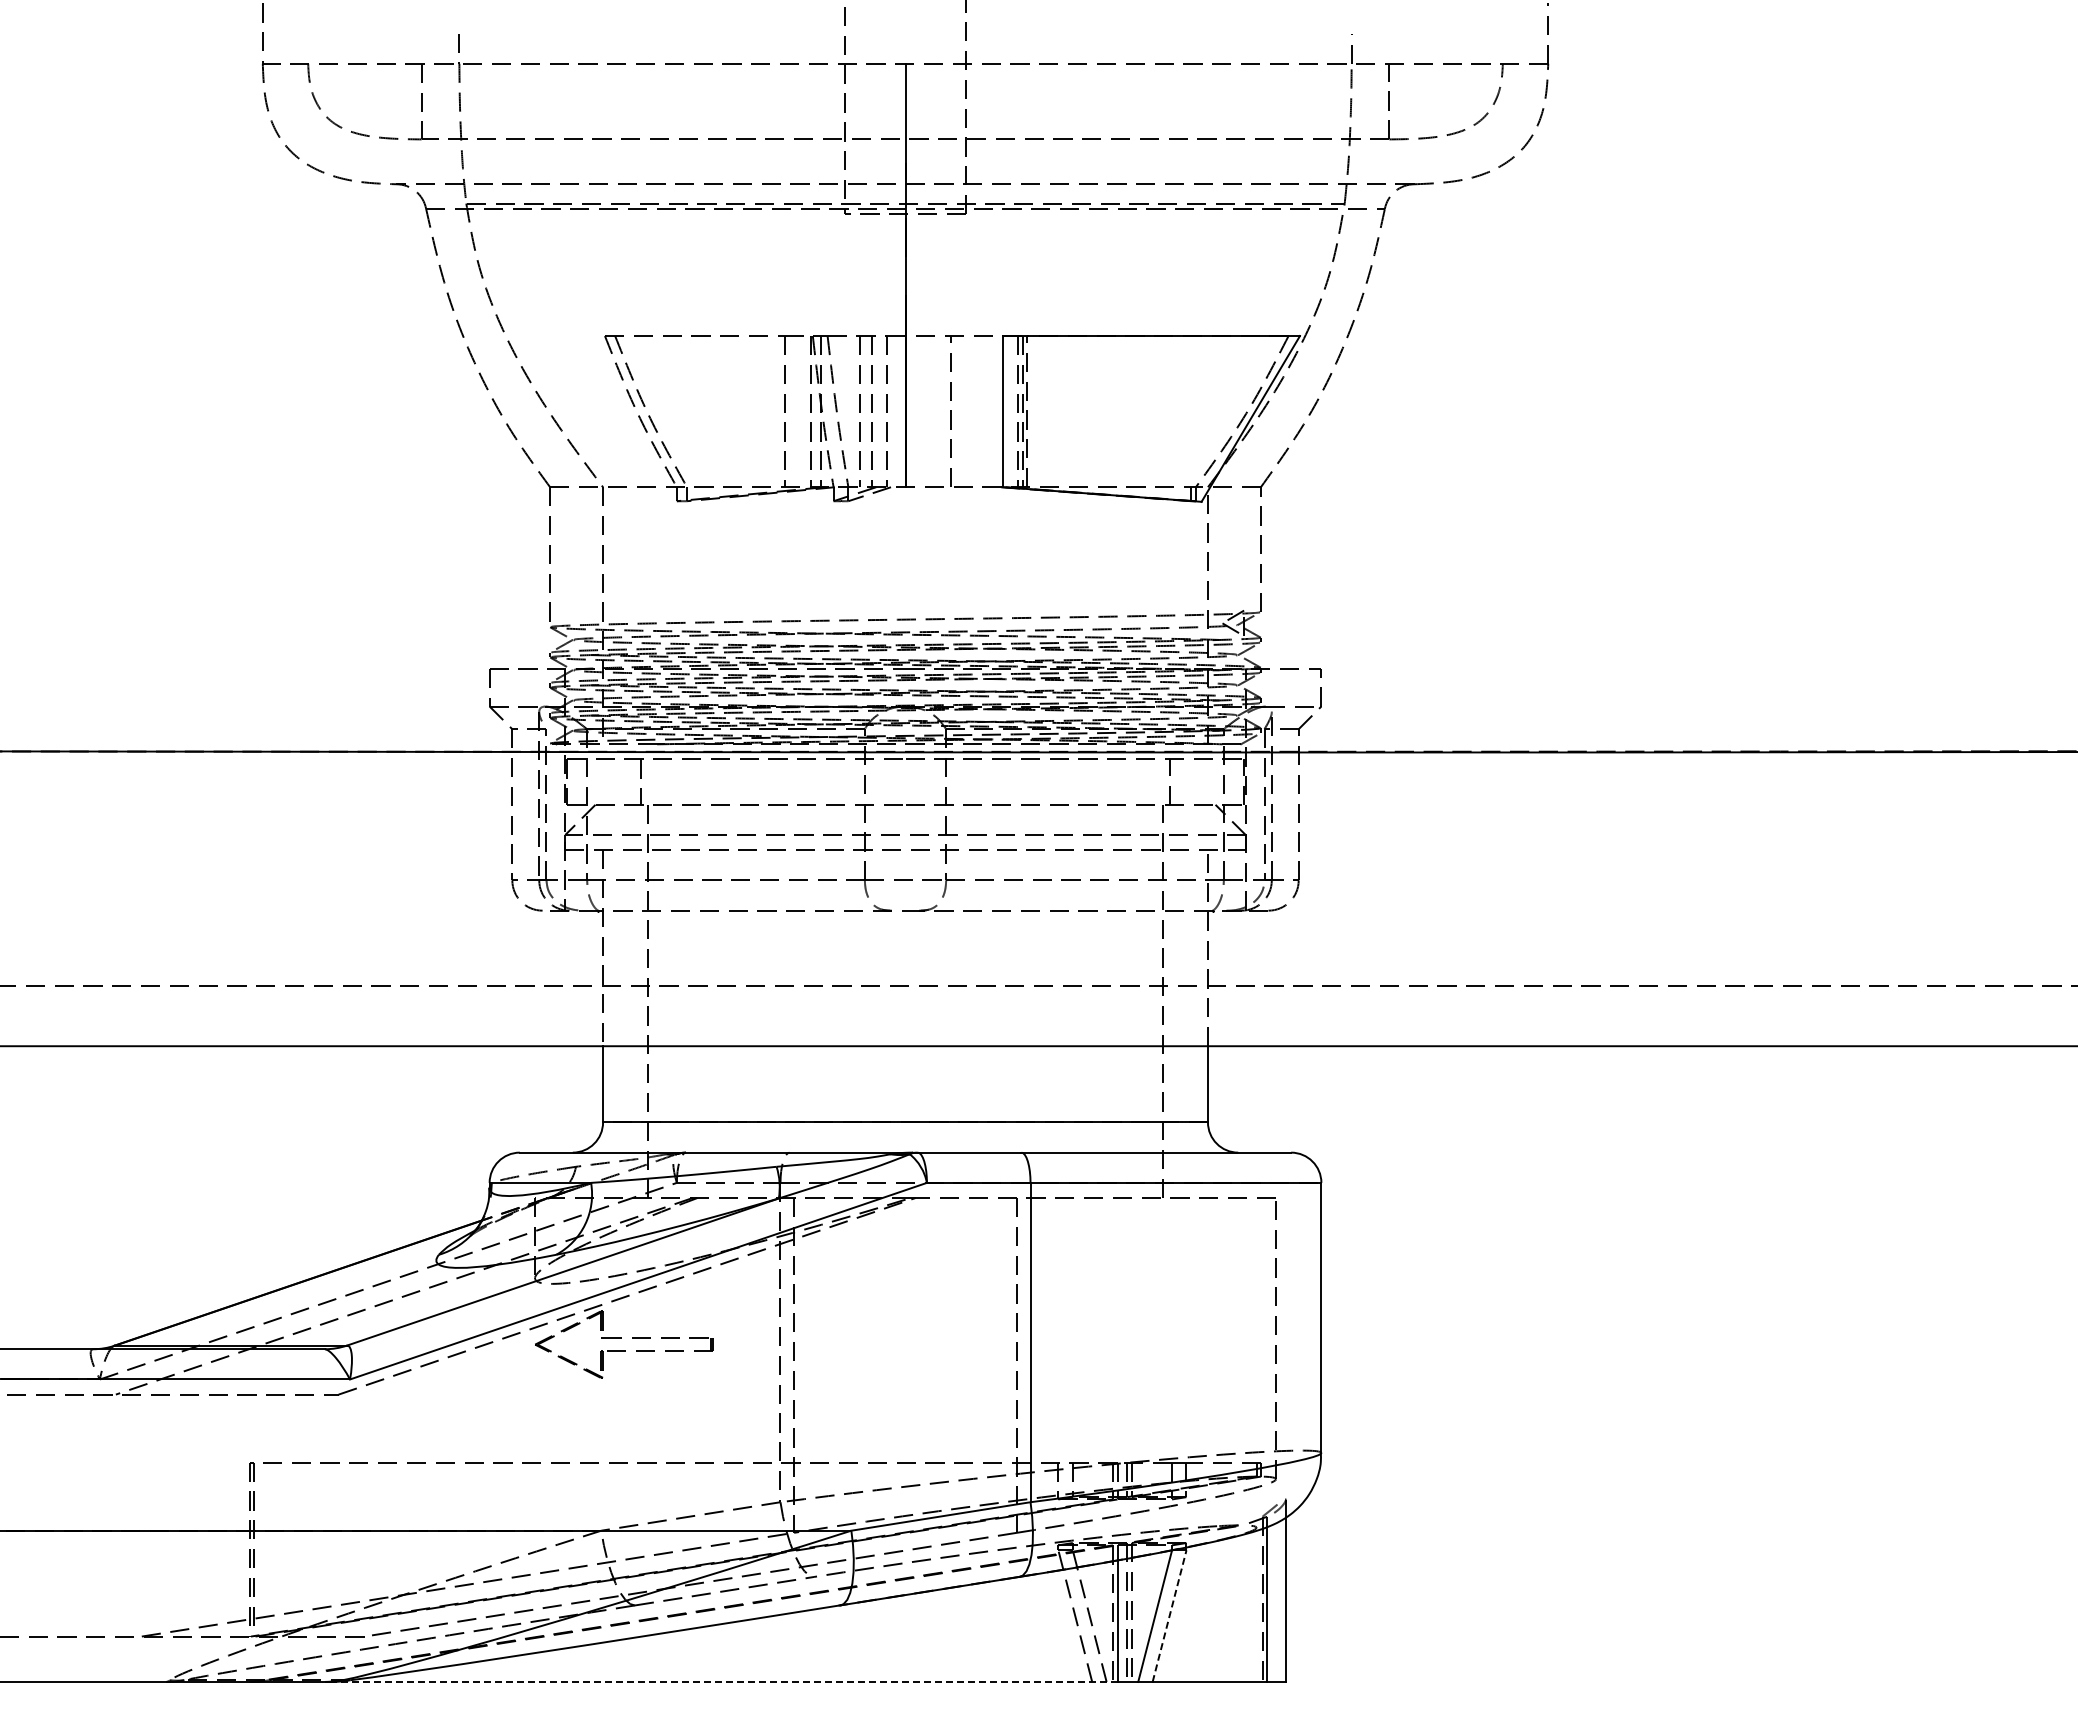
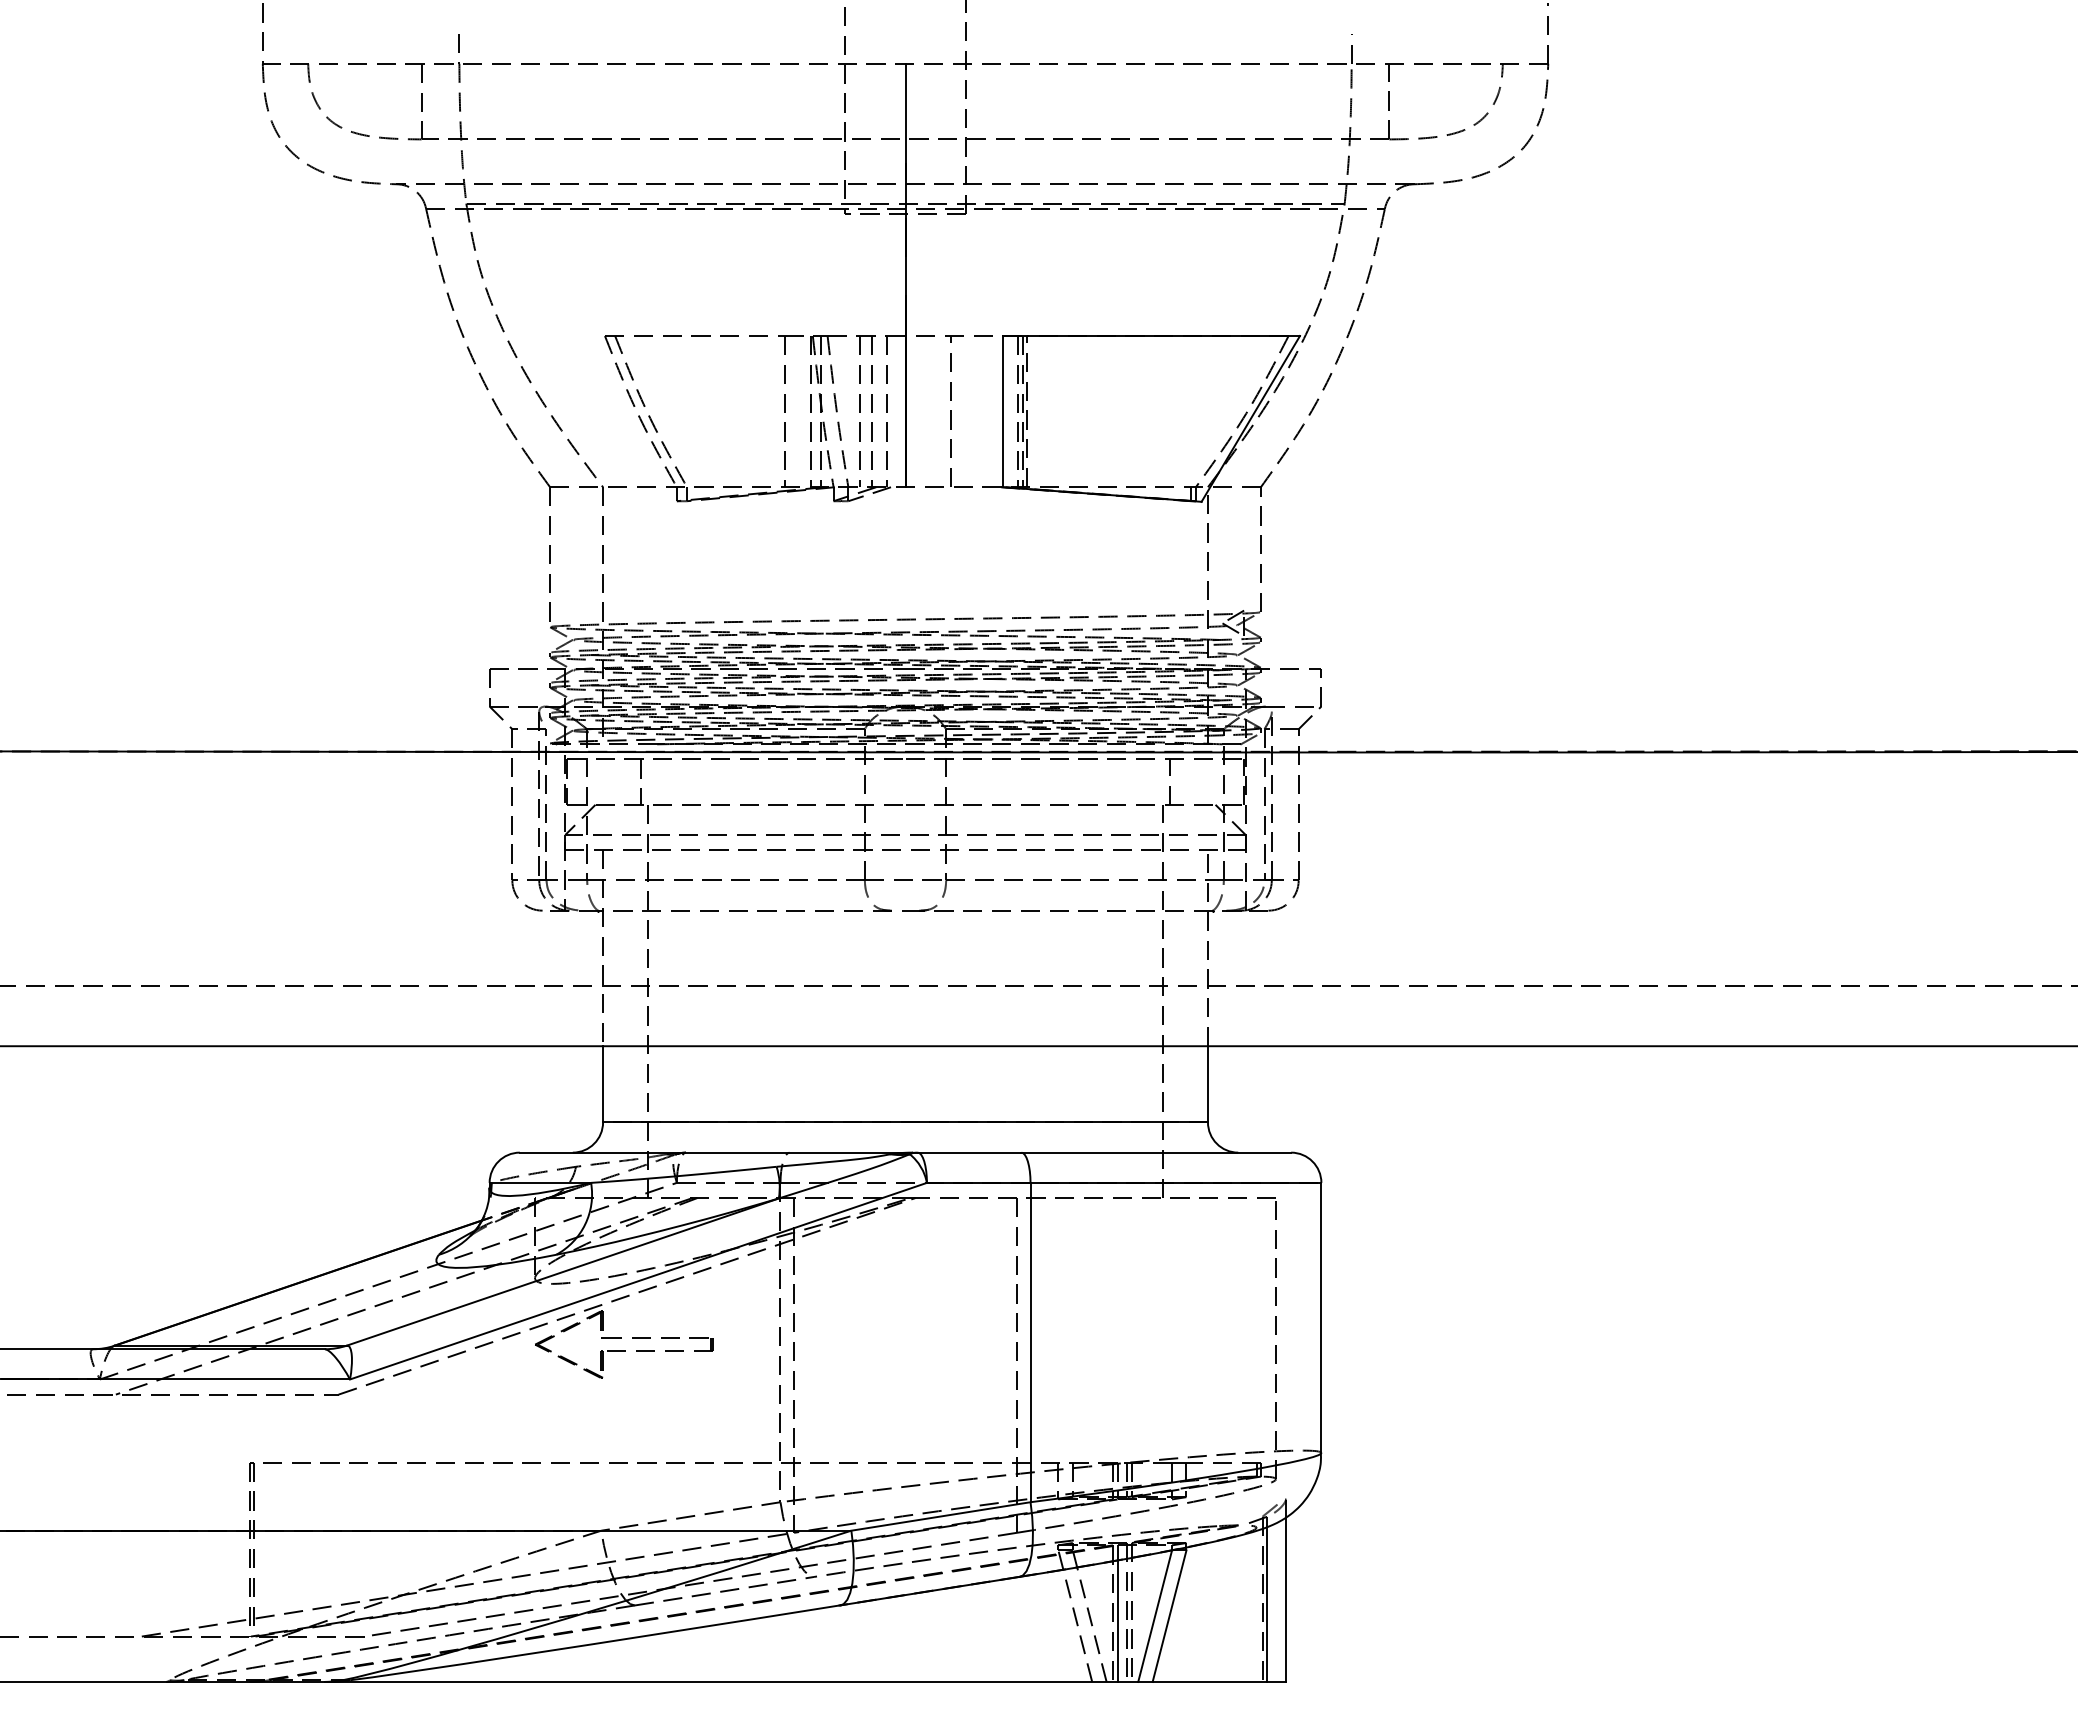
line at (1169, 1616): dashed -> solid
line at (720, 1681): dashed -> solid
